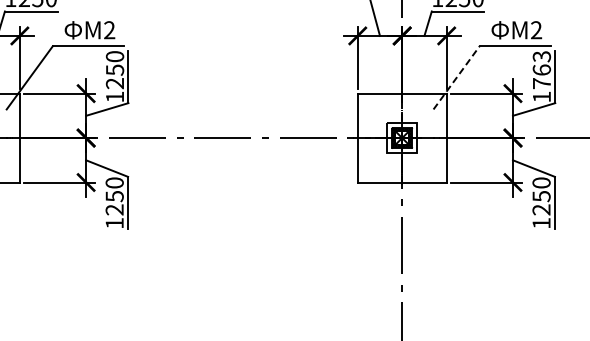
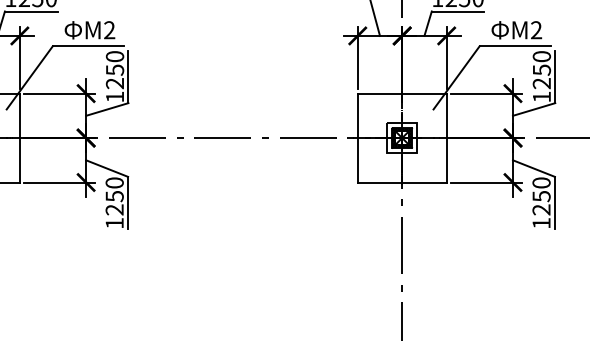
text at (541, 70): 1763 -> 1250
line at (456, 77): dashed -> solid
